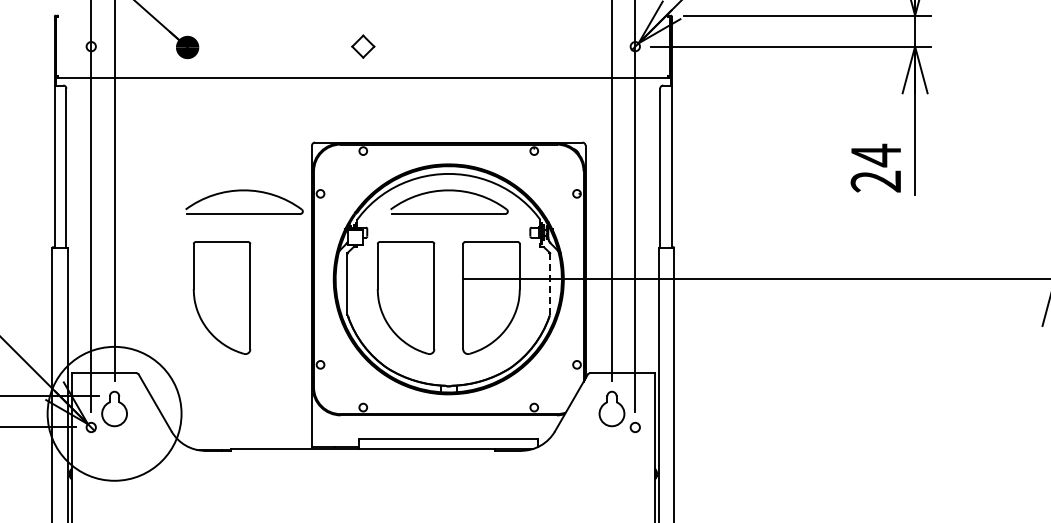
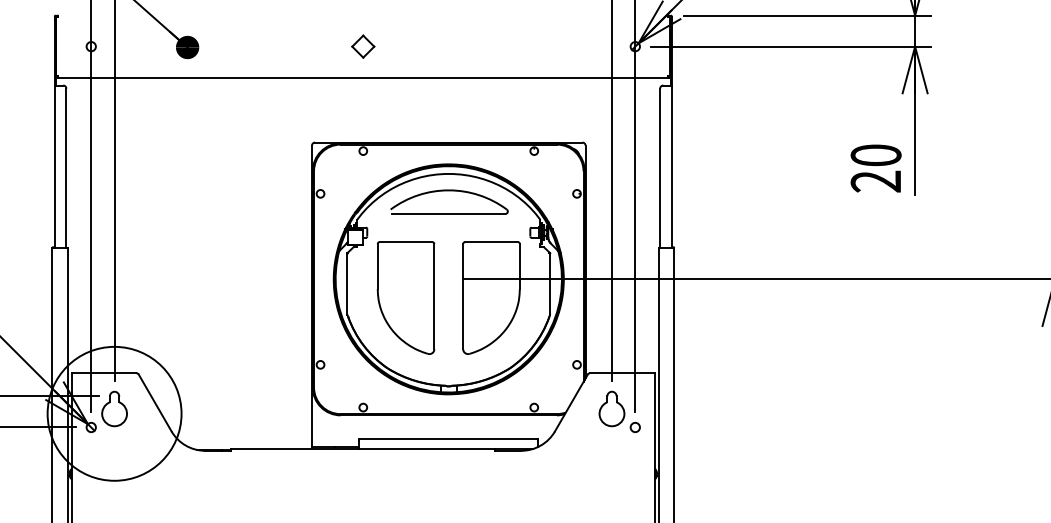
text at (875, 155): 24 -> 20
part at (244, 191): present -> none
line at (550, 283): dashed -> solid
part at (221, 297): present -> none
